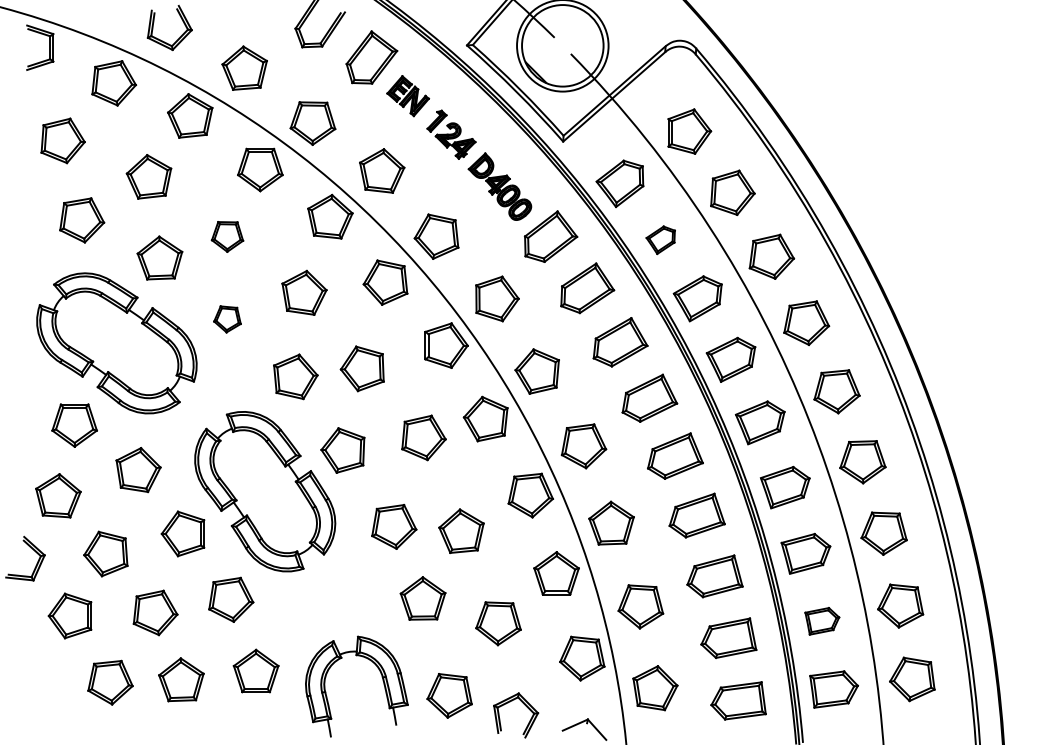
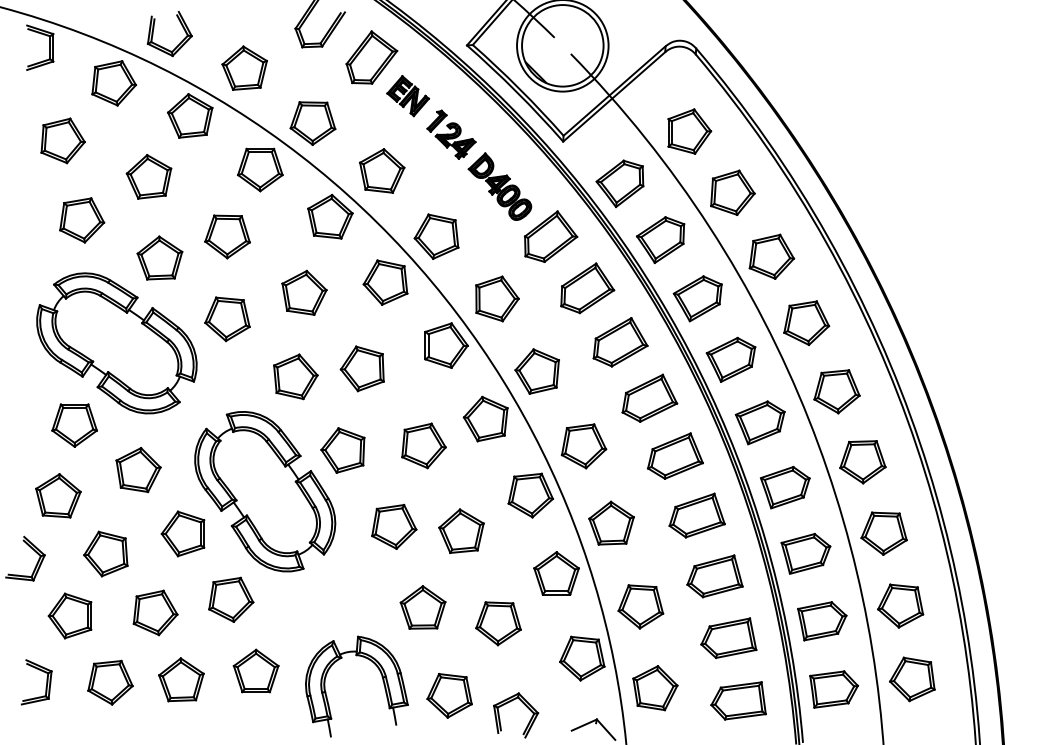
part at (181, 34) position: (181, 34) -> (181, 40)
part at (227, 236) size: 35x32 px -> 47x46 px
part at (660, 240) size: 31x31 px -> 50x49 px
part at (227, 319) size: 29x29 px -> 47x47 px
part at (423, 437) position: (423, 437) -> (423, 445)
part at (422, 598) position: (422, 598) -> (422, 607)
part at (822, 621) size: 37x29 px -> 51x41 px
part at (46, 682): none -> present
part at (584, 729) position: (584, 729) -> (593, 729)
